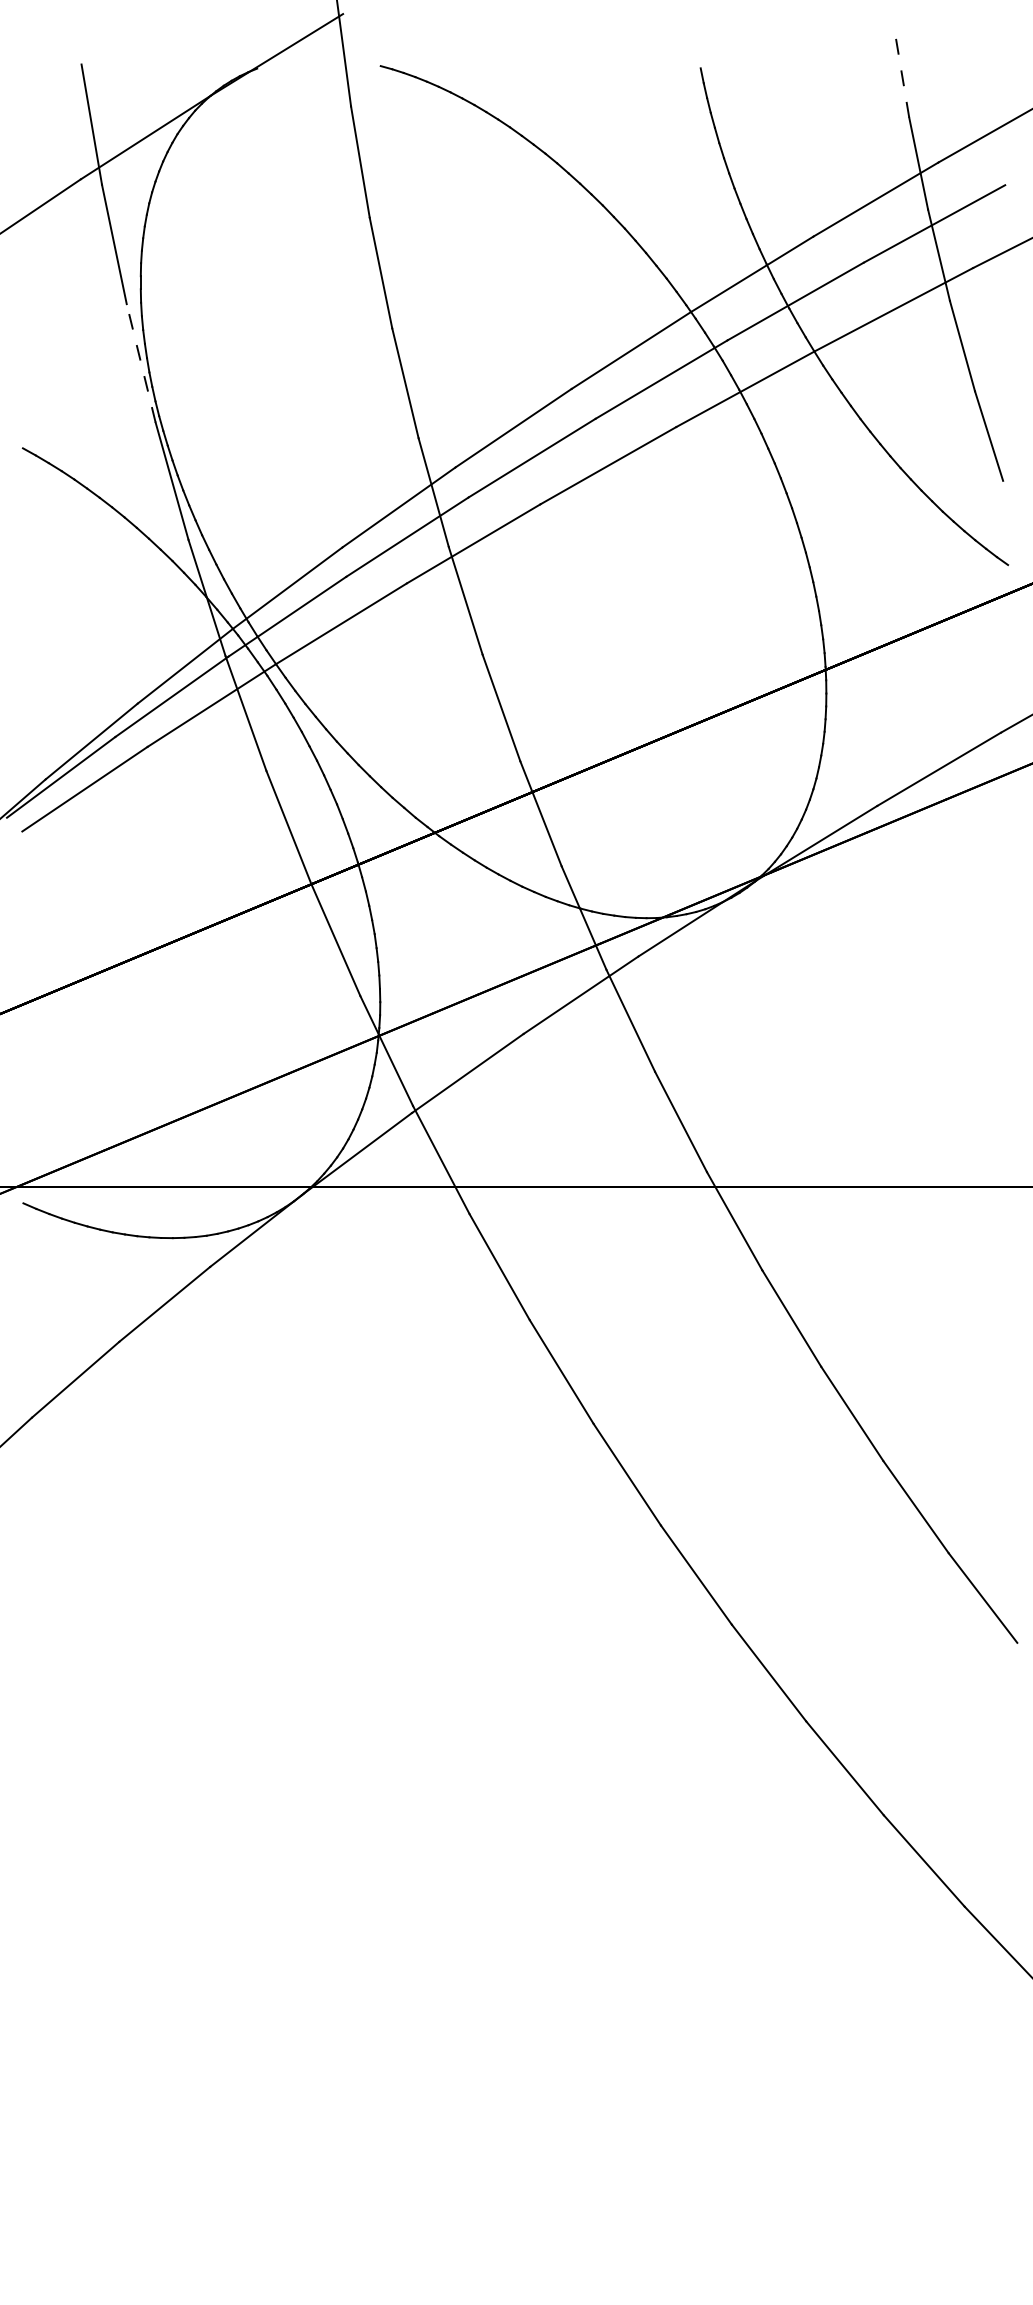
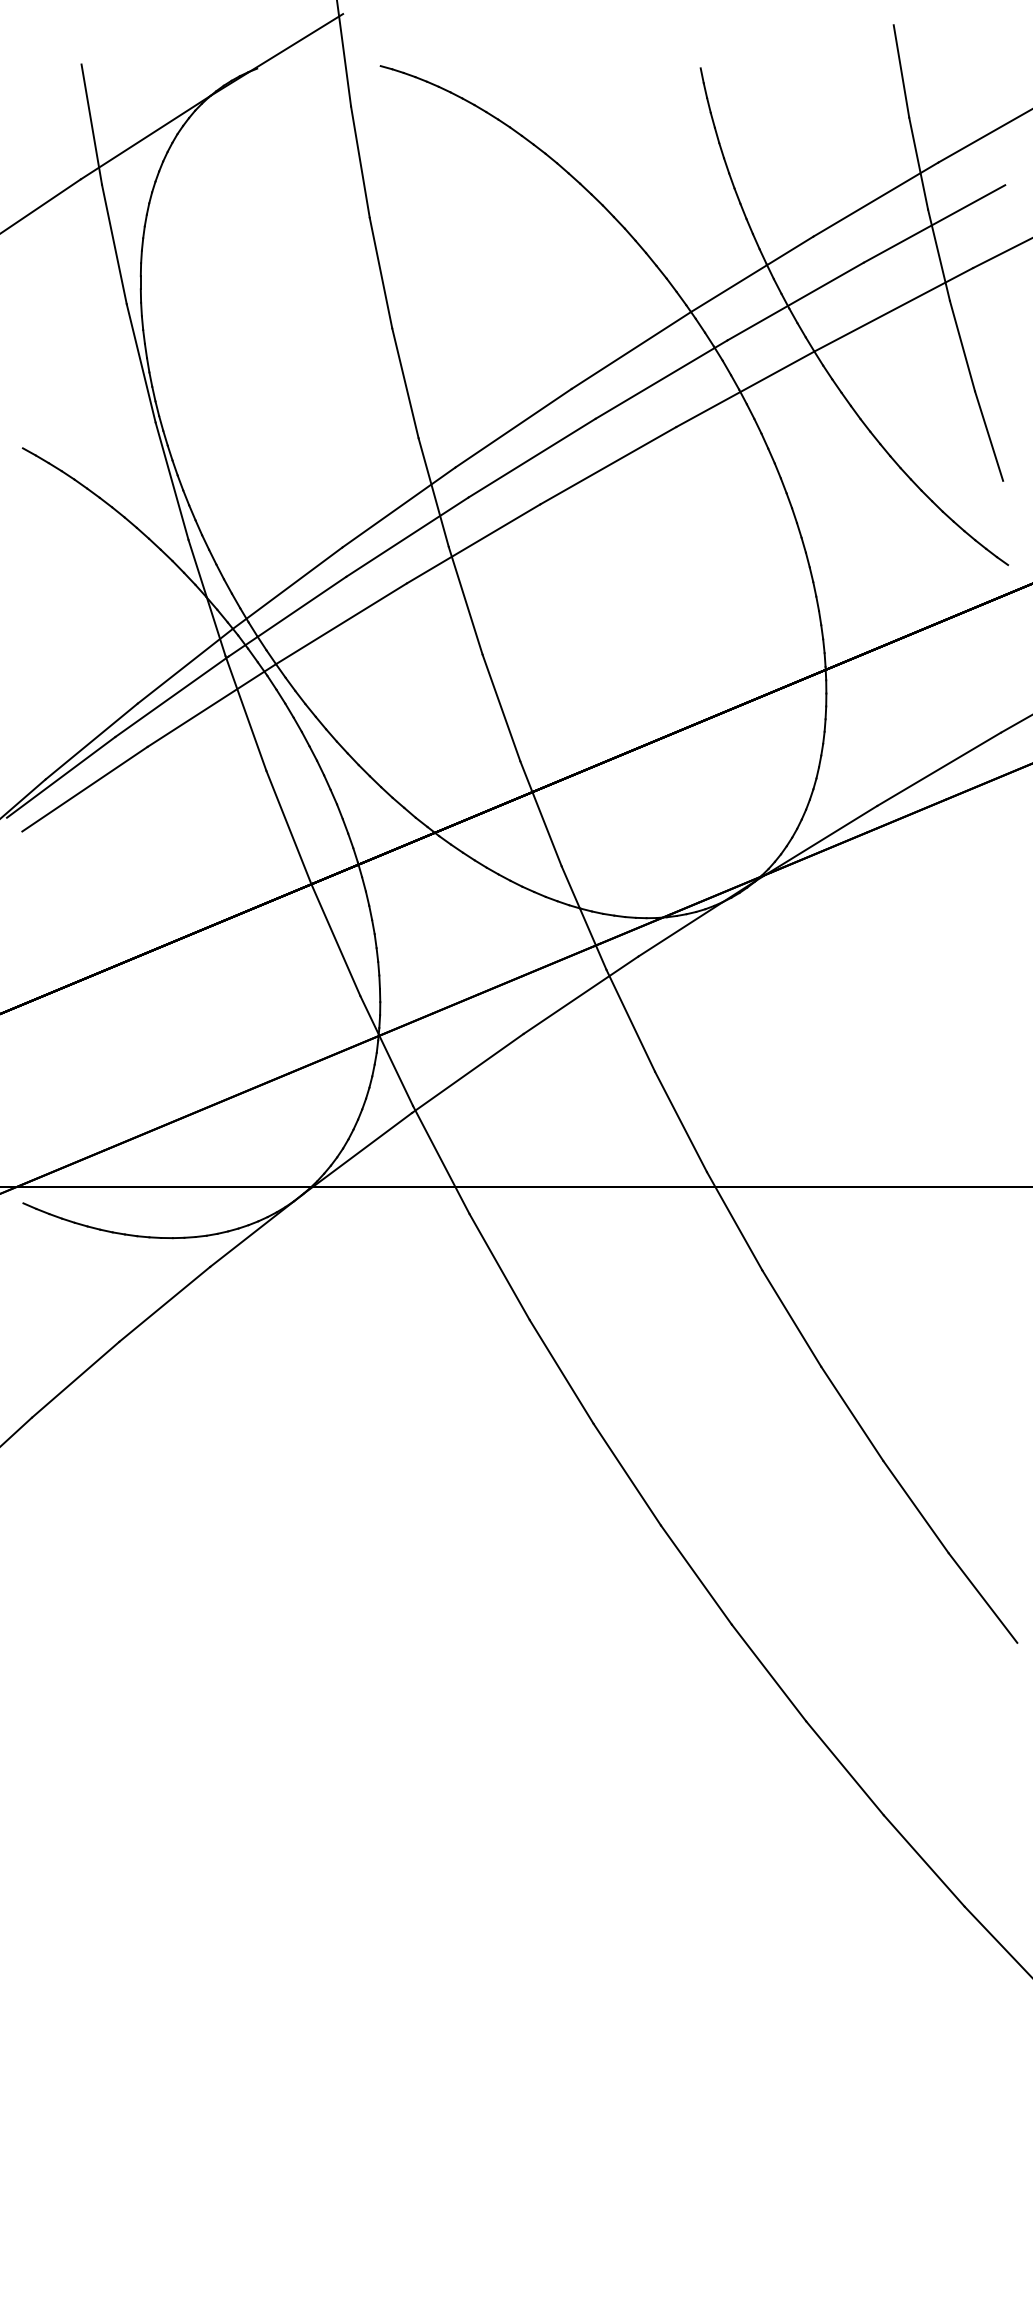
line at (901, 71): dashed -> solid
line at (141, 363): dashed -> solid
